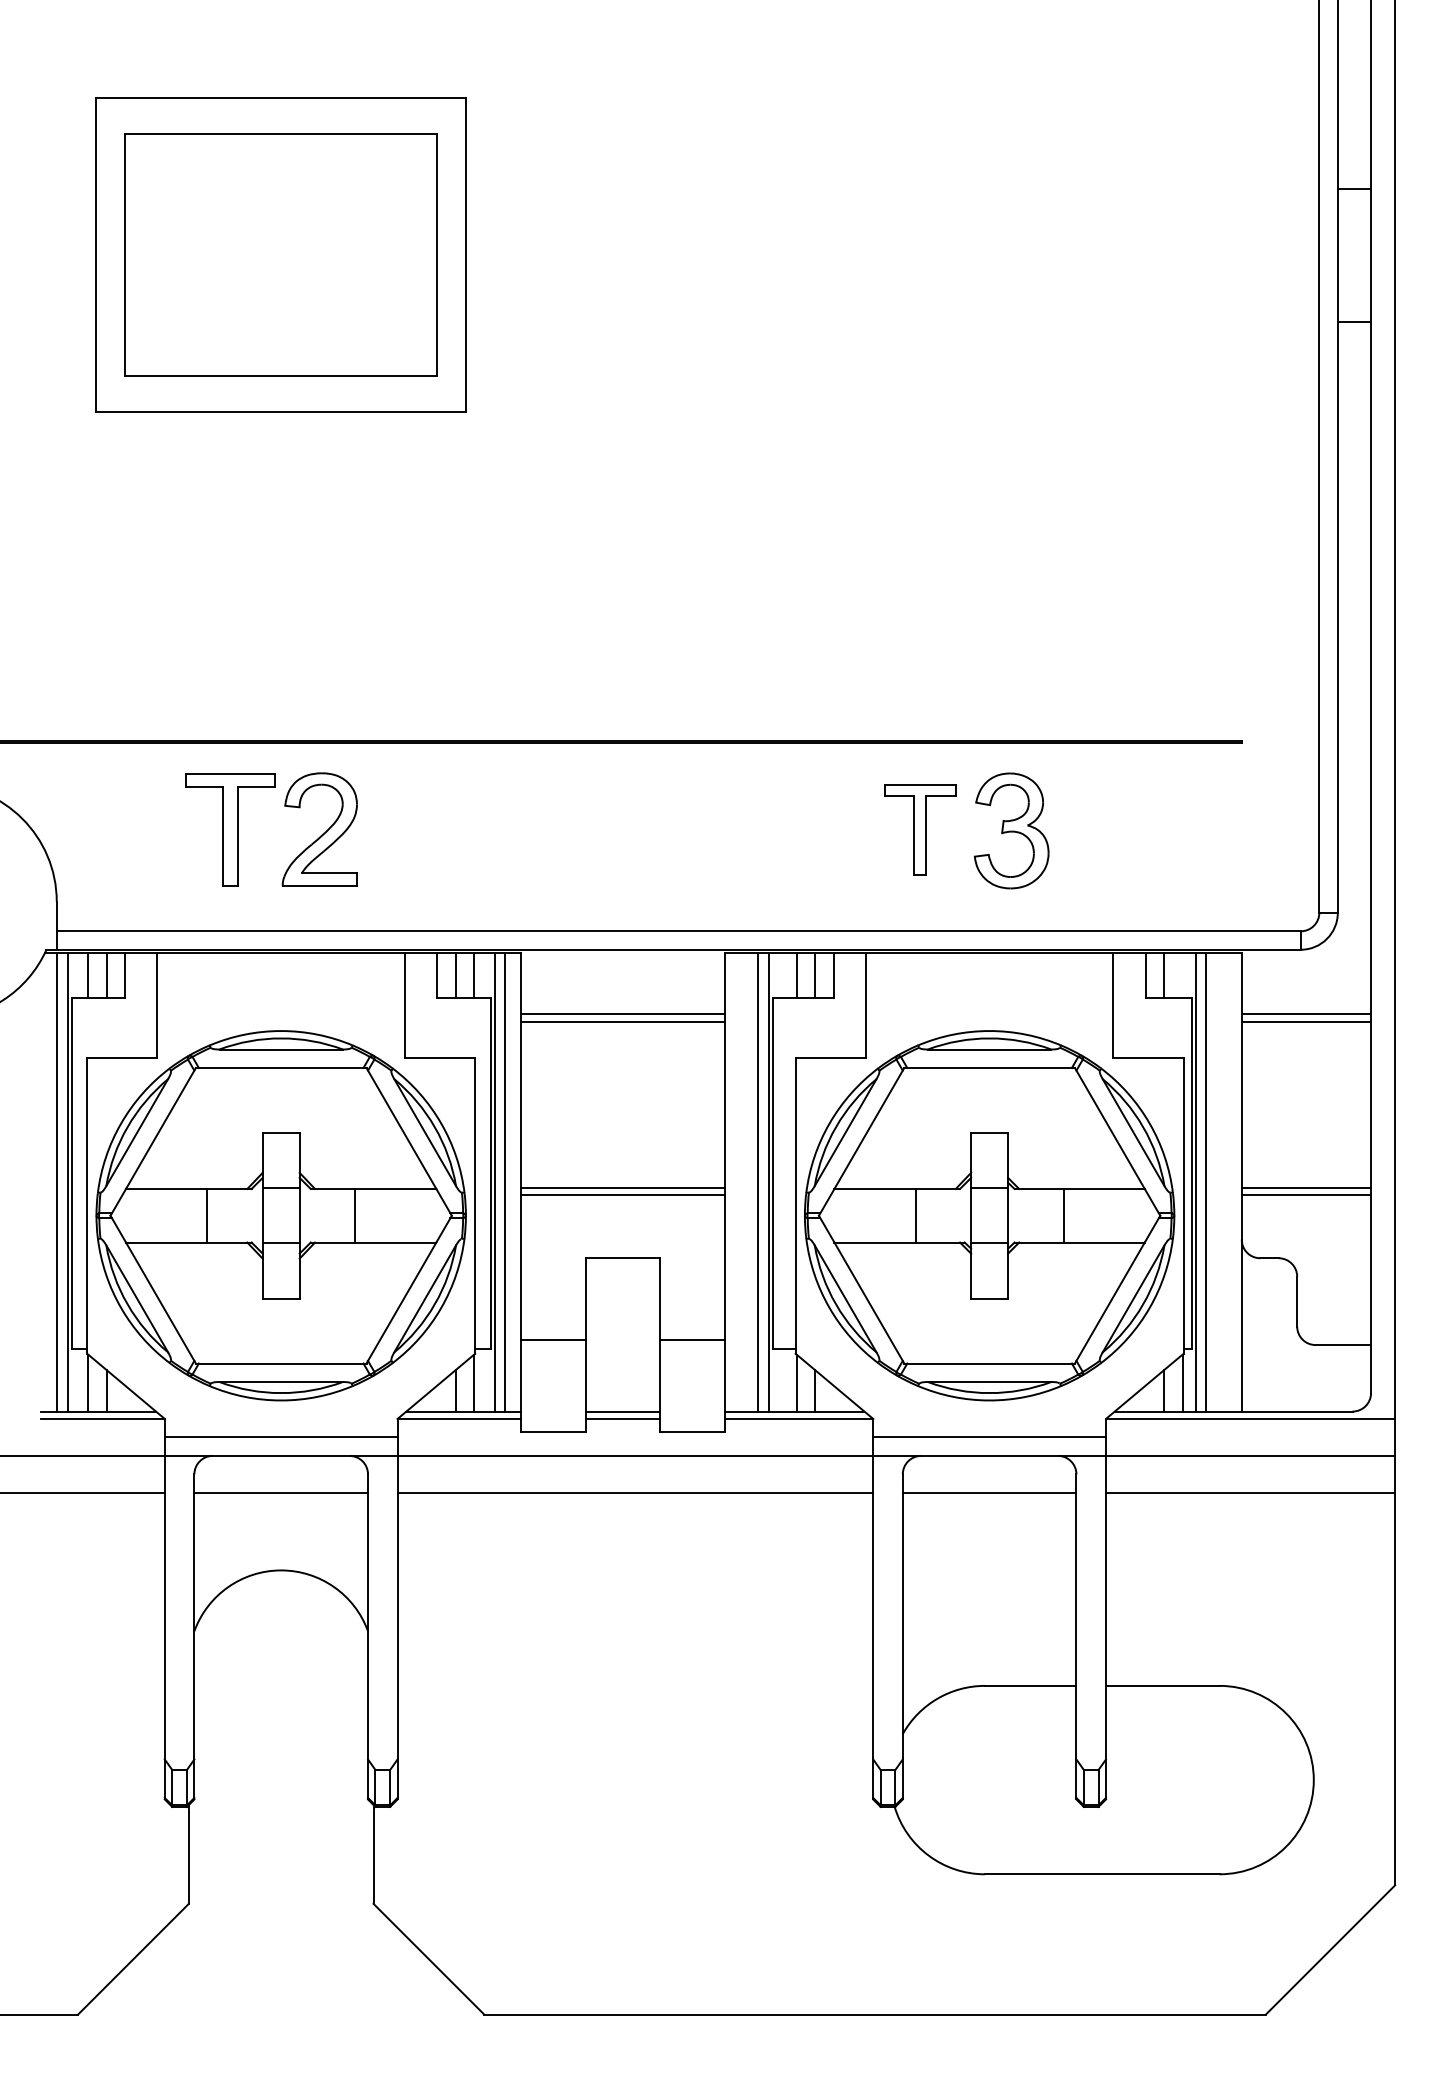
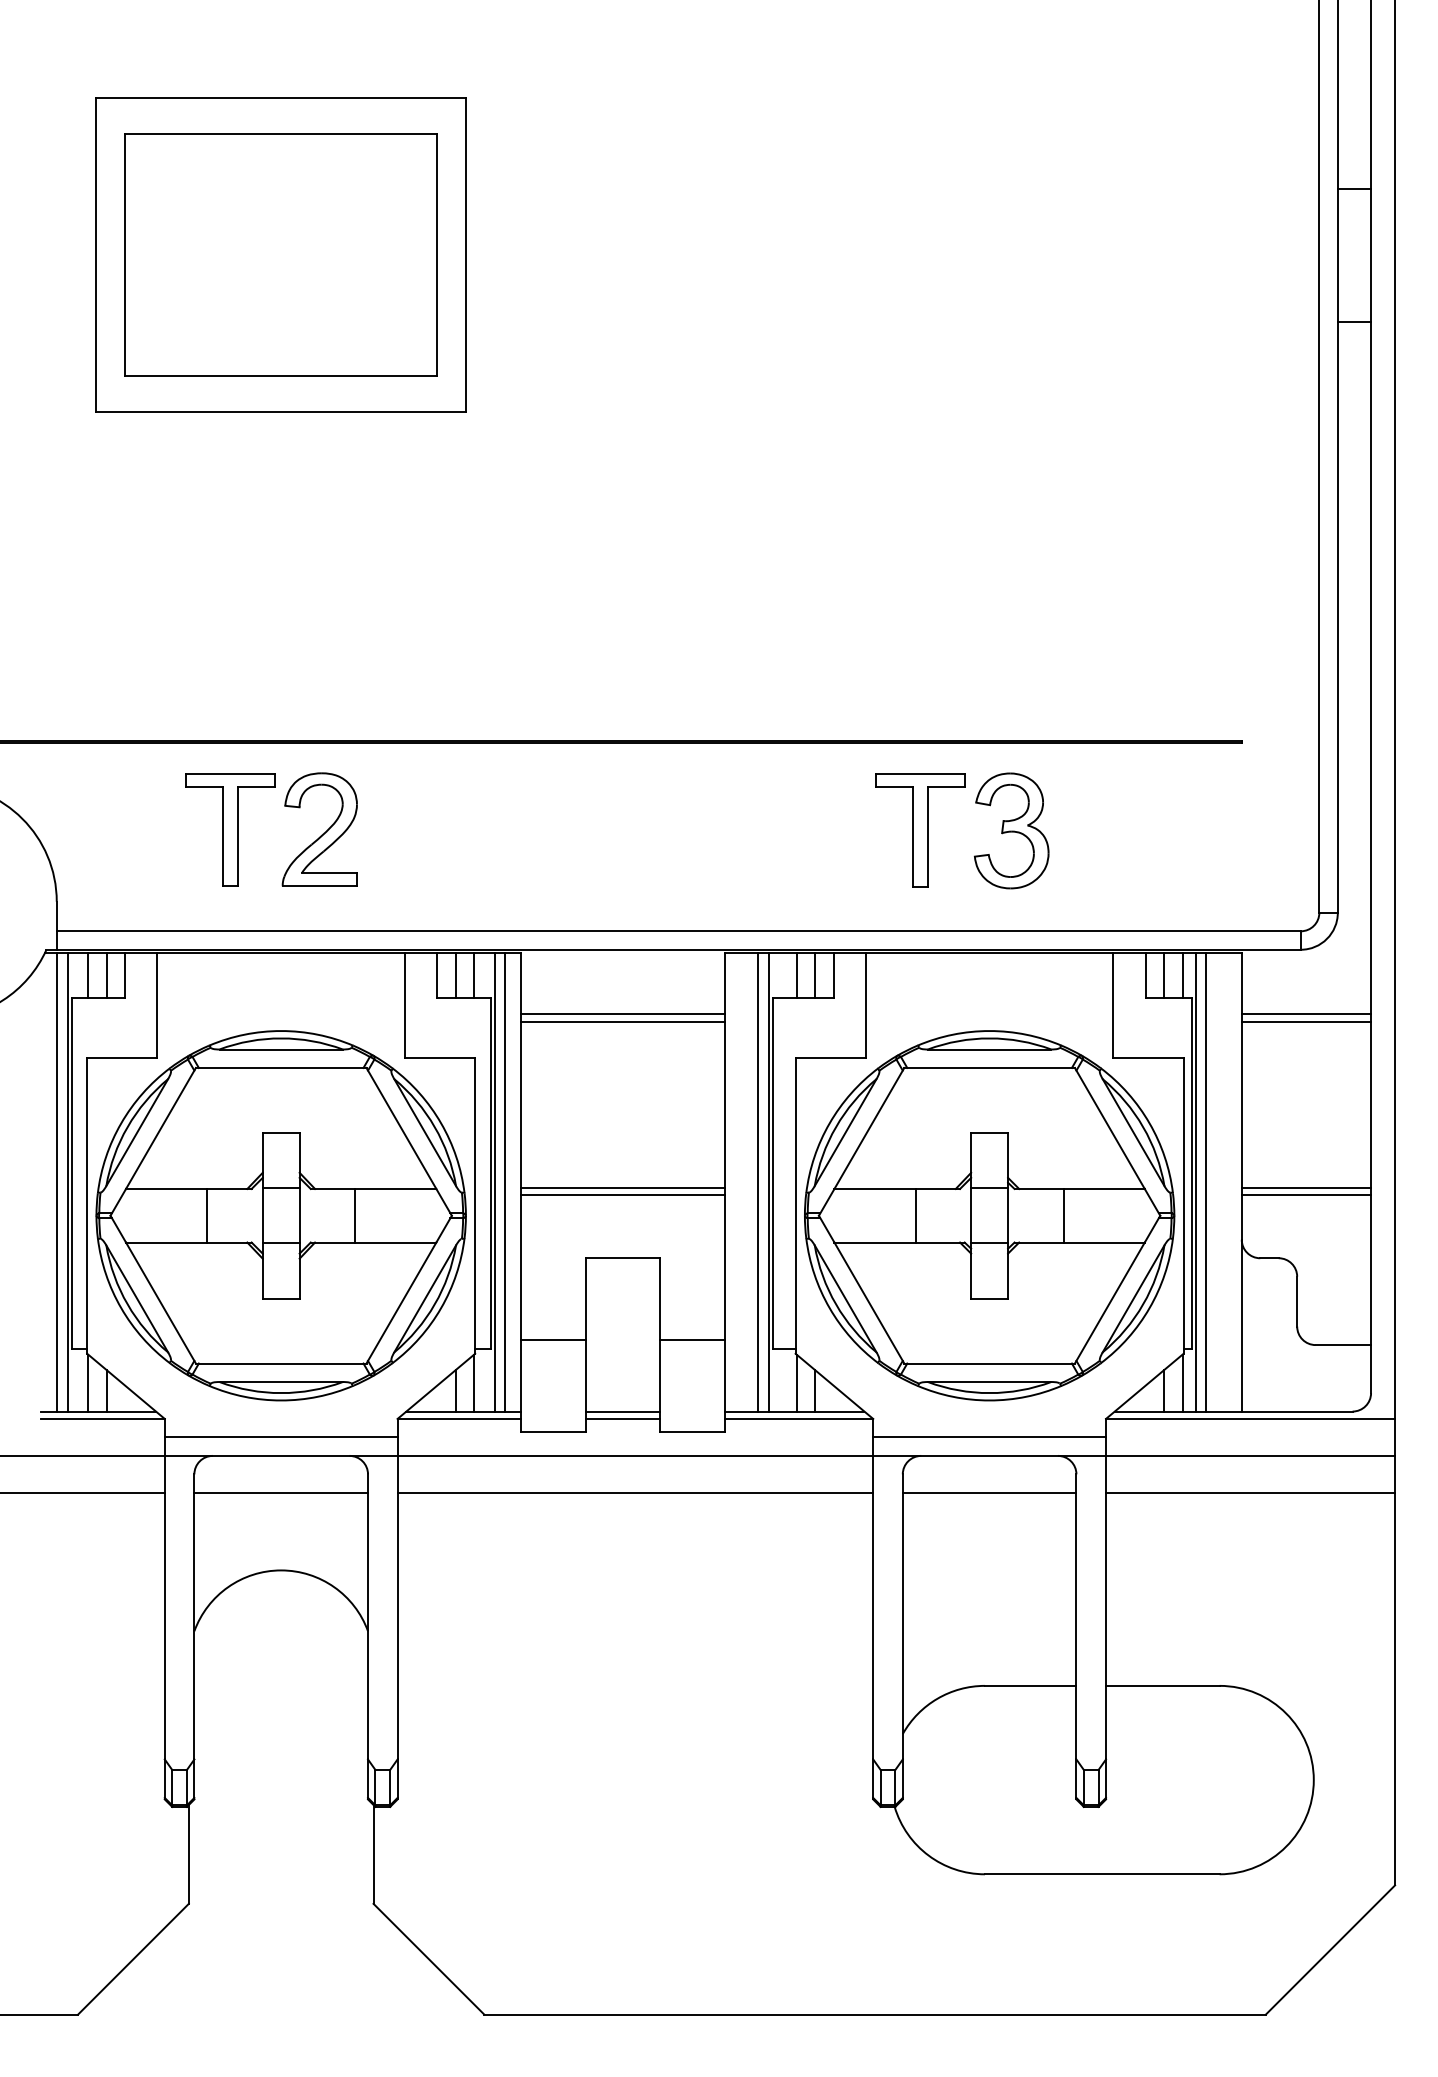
part at (920, 829) size: 73x92 px -> 91x115 px
line at (1182, 975): none -> present
